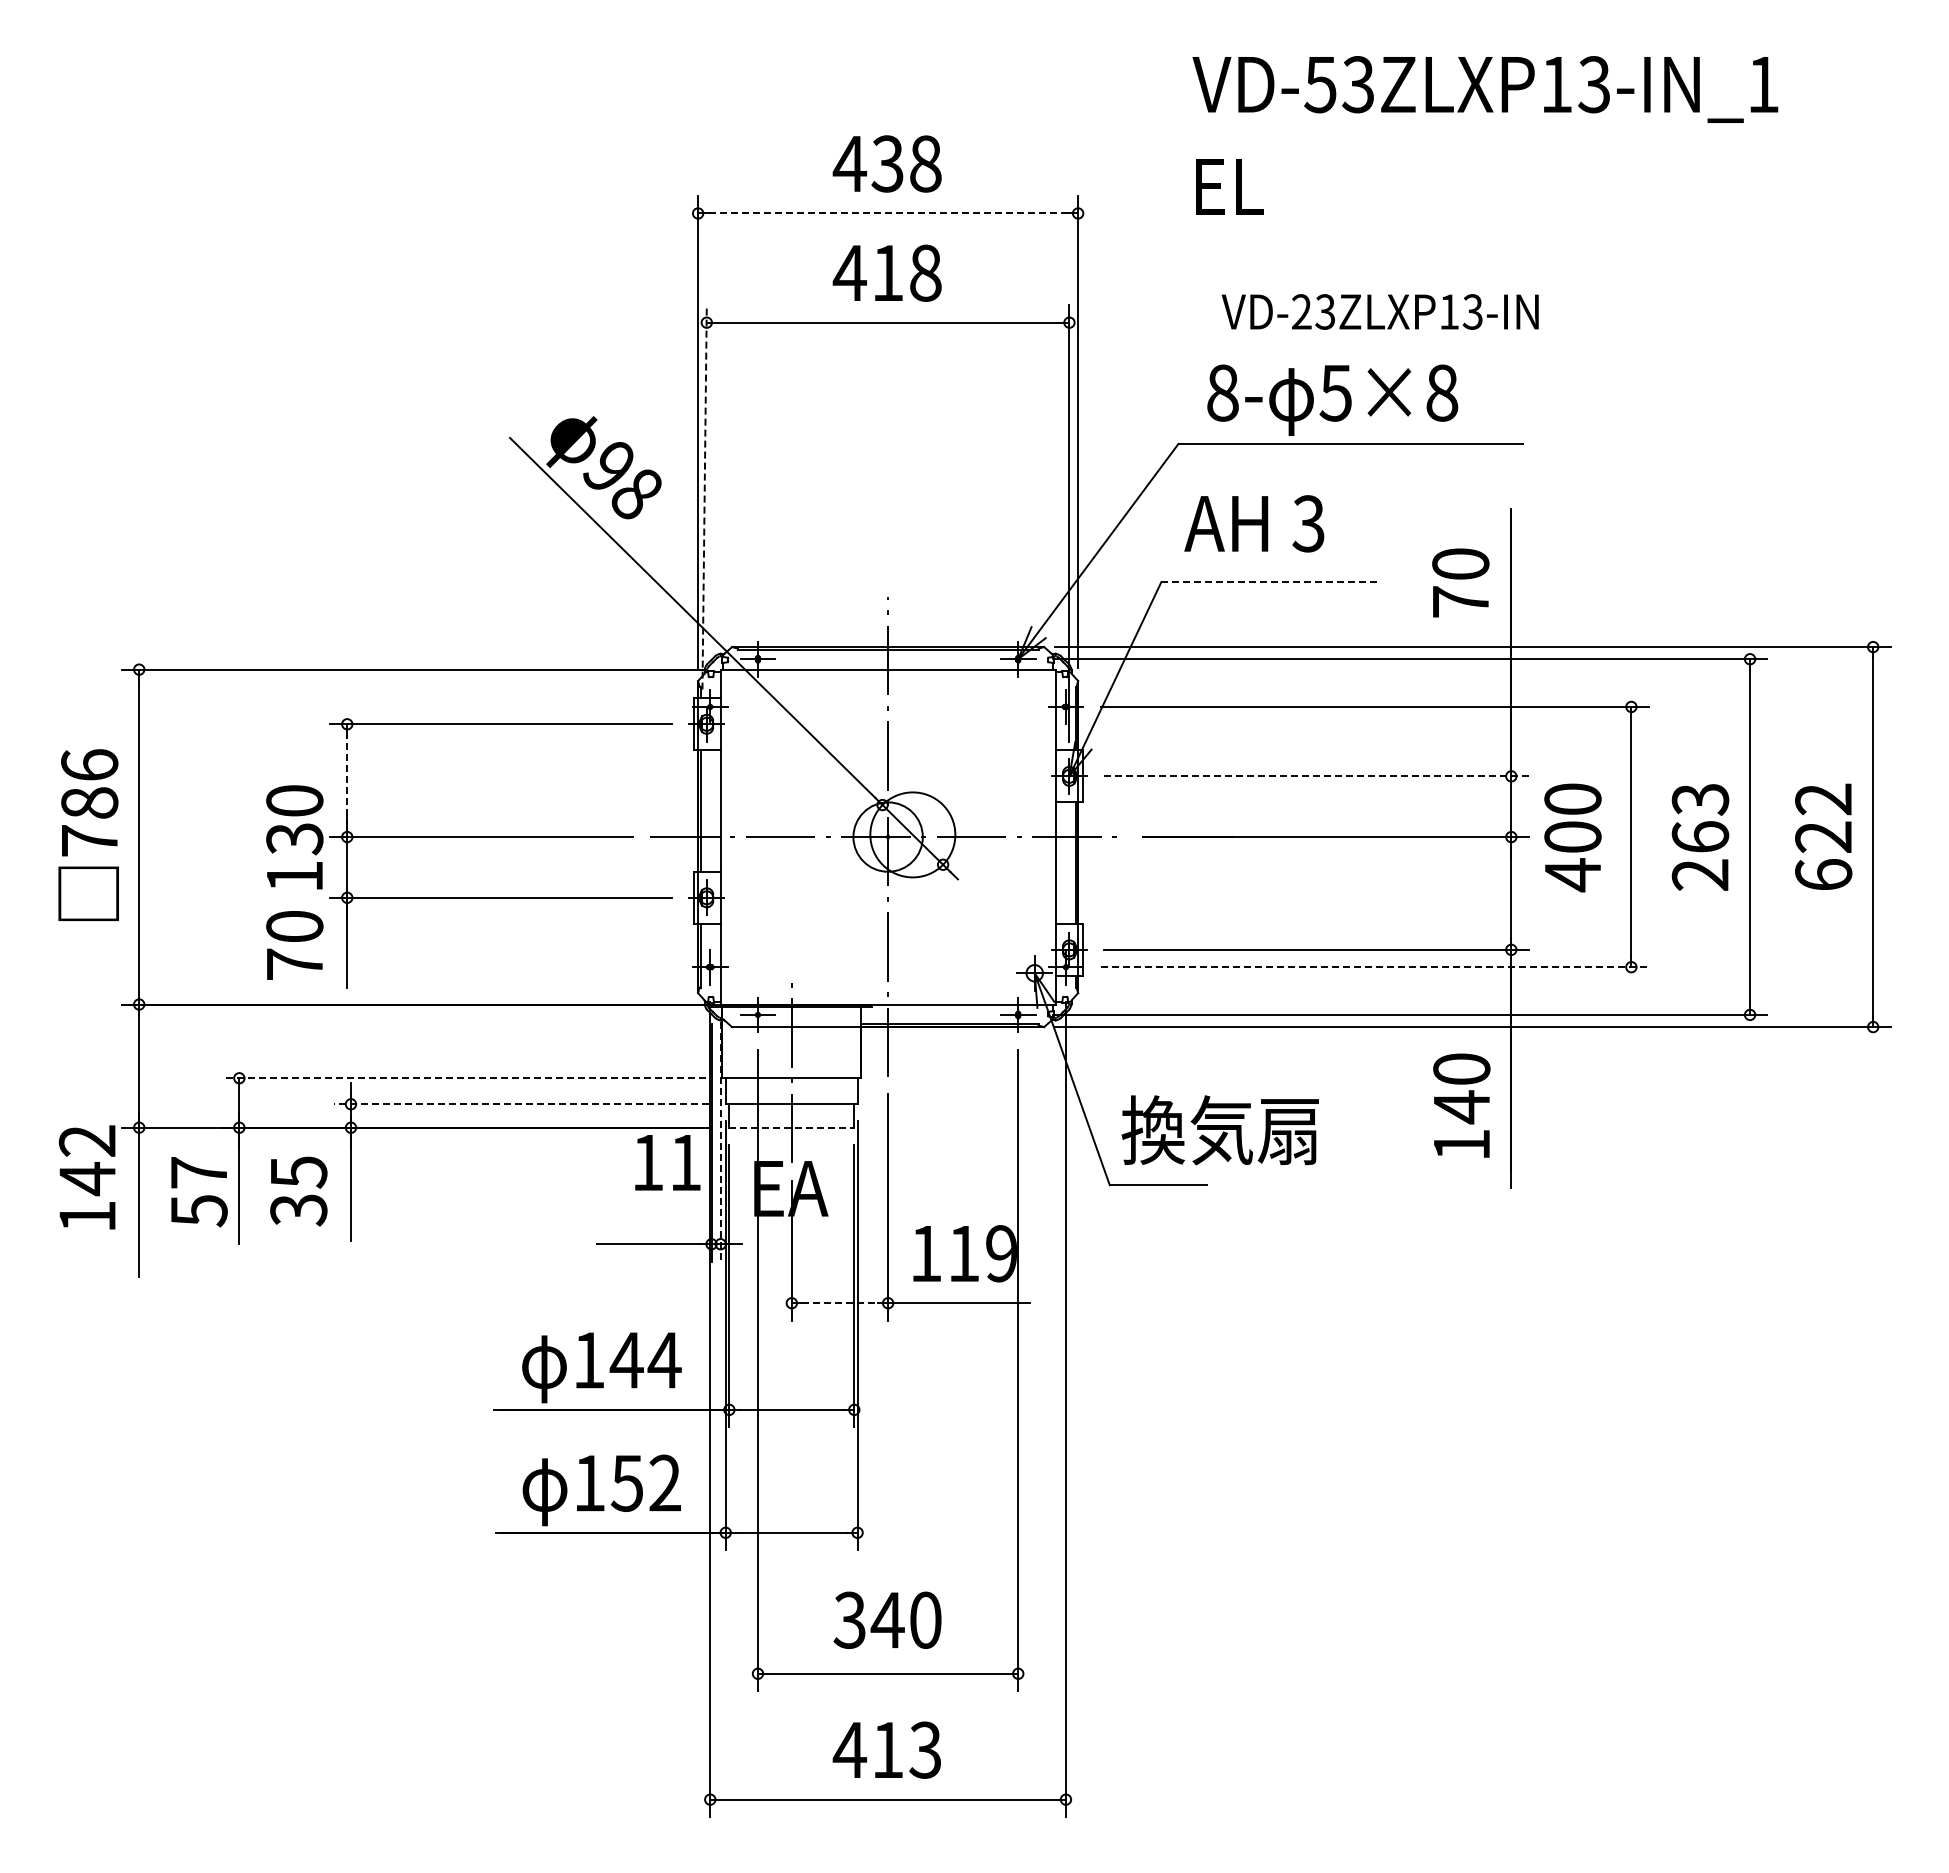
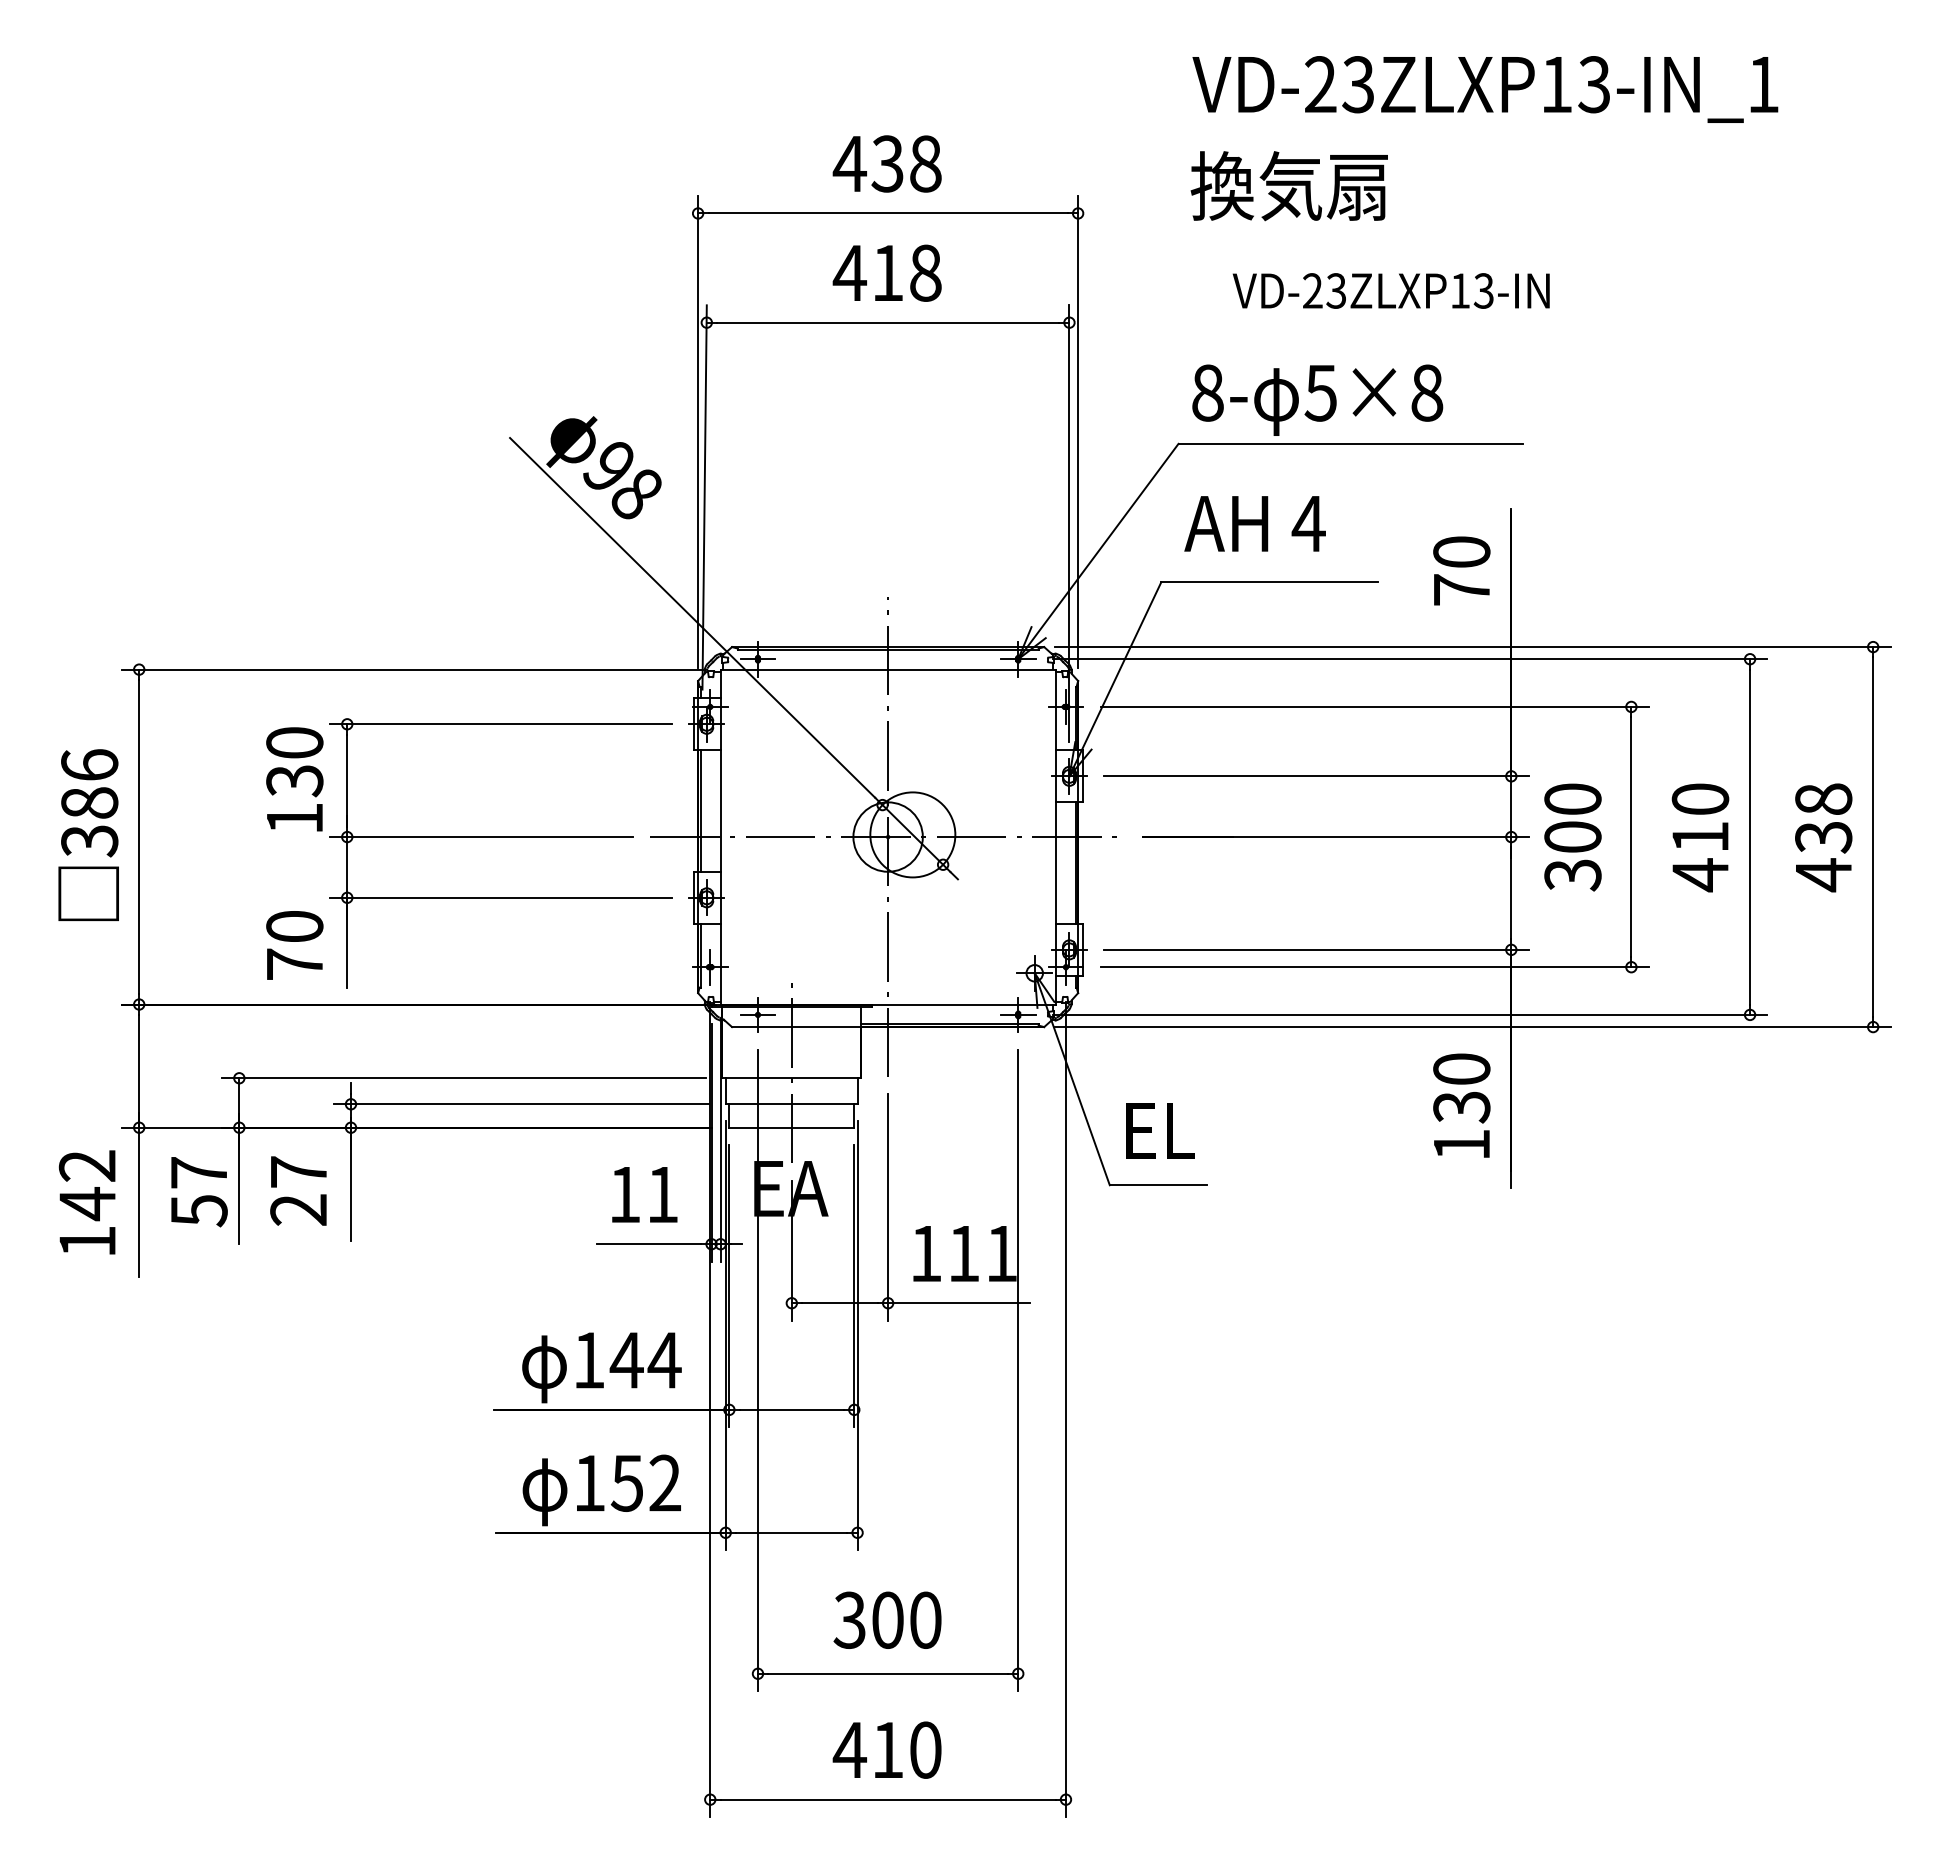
text at (1320, 84): VD-53ZLXP13-IN_1 -> VD-23ZLXP13-IN_1
text at (1288, 186): EL -> 換気扇
line at (888, 213): dashed -> solid
text at (1379, 311) position: (1379, 311) -> (1390, 290)
text at (1332, 399) position: (1332, 399) -> (1317, 399)
line at (704, 496): dashed -> solid
text at (1308, 523): 3 -> 4
line at (1269, 582): dashed -> solid
text at (1460, 582) position: (1460, 582) -> (1461, 570)
line at (1316, 776): dashed -> solid
line at (347, 780): dashed -> solid
text at (294, 837) position: (294, 837) -> (294, 779)
text at (1700, 837): 263 -> 410
text at (1823, 837): 622 -> 438
text at (89, 841): 786 -> 386
text at (1572, 875): 400 -> 300
line at (1375, 967): dashed -> solid
line at (463, 1078): dashed -> solid
line at (521, 1104): dashed -> solid
text at (1461, 1107): 140 -> 130
line at (792, 1127): dashed -> solid
text at (1219, 1130): 換気扇 -> EL
line at (720, 1141): dashed -> solid
text at (667, 1162) position: (667, 1162) -> (644, 1194)
text at (86, 1177) position: (86, 1177) -> (86, 1202)
text at (298, 1191): 35 -> 27
text at (1001, 1253): 119 -> 111
line at (839, 1303): dashed -> solid
text at (887, 1619): 340 -> 300
text at (925, 1749): 413 -> 410
